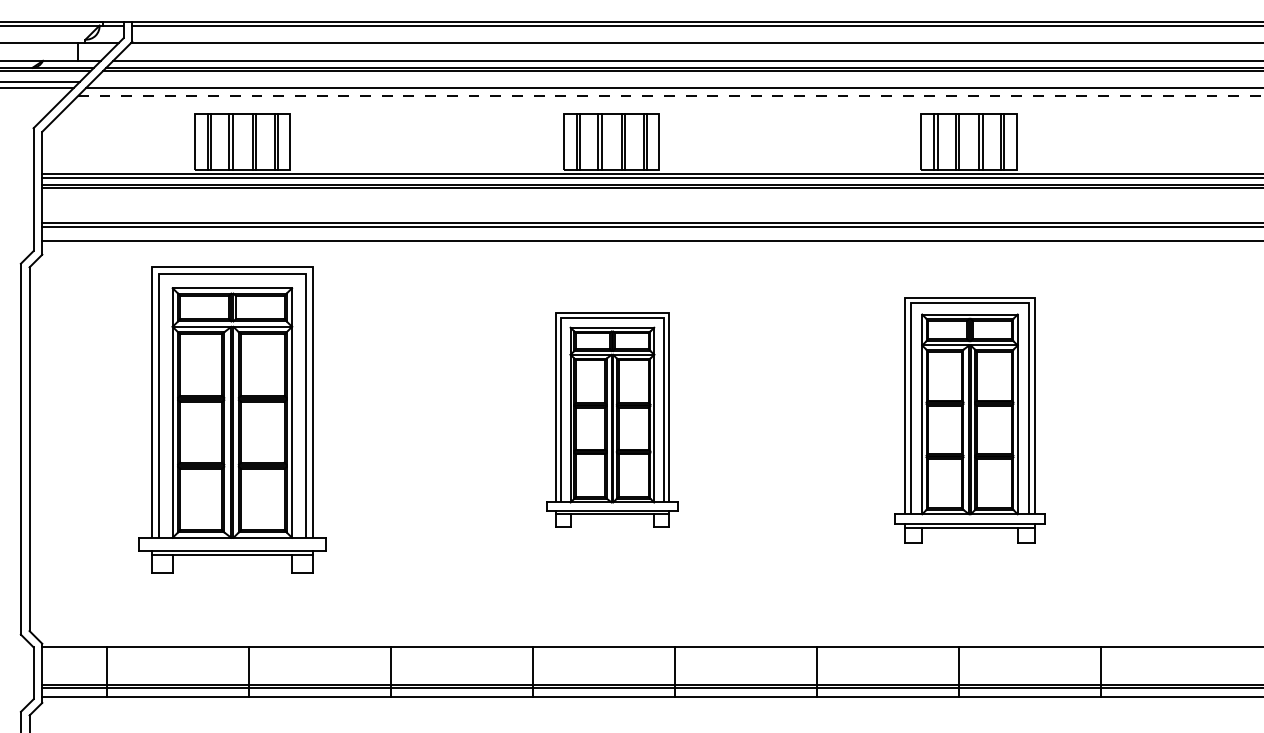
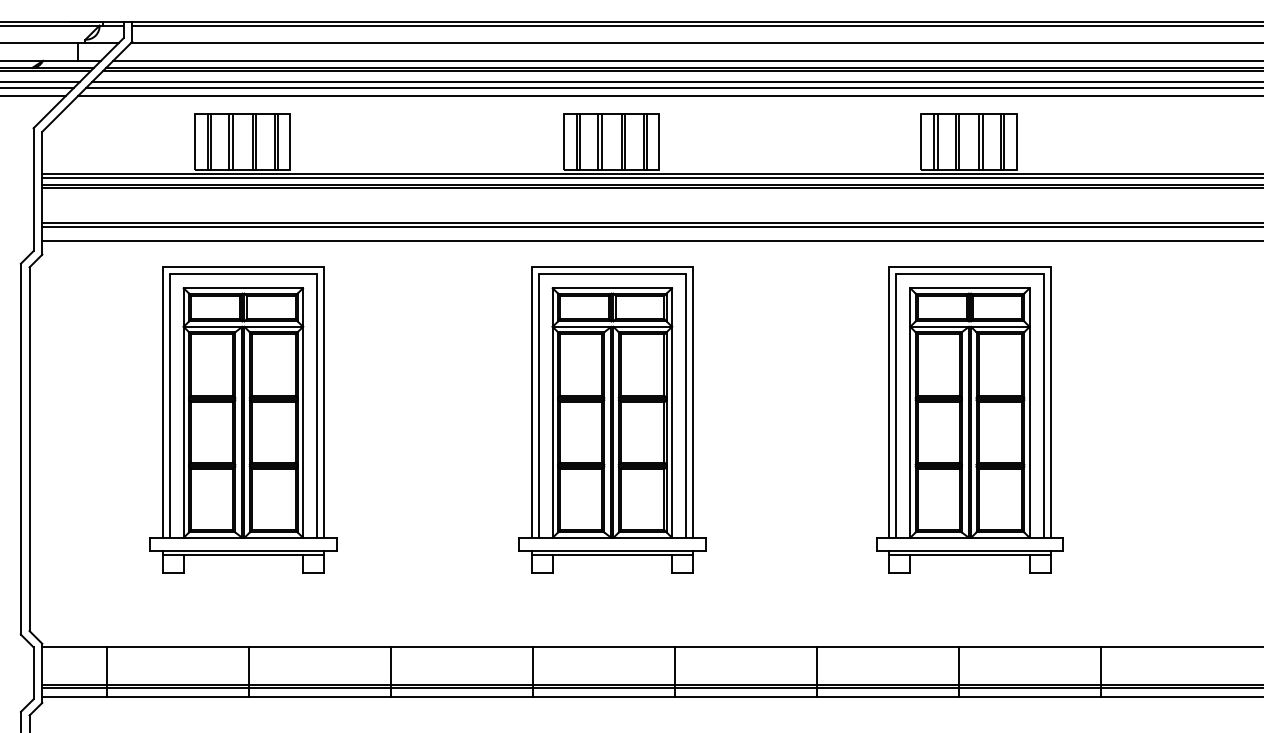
line at (676, 82): none -> present
line at (33, 96): none -> present
line at (670, 96): dashed -> solid
part at (232, 419) position: (232, 419) -> (243, 419)
part at (612, 419) size: 133x216 px -> 189x308 px
part at (969, 420) size: 152x247 px -> 188x308 px
